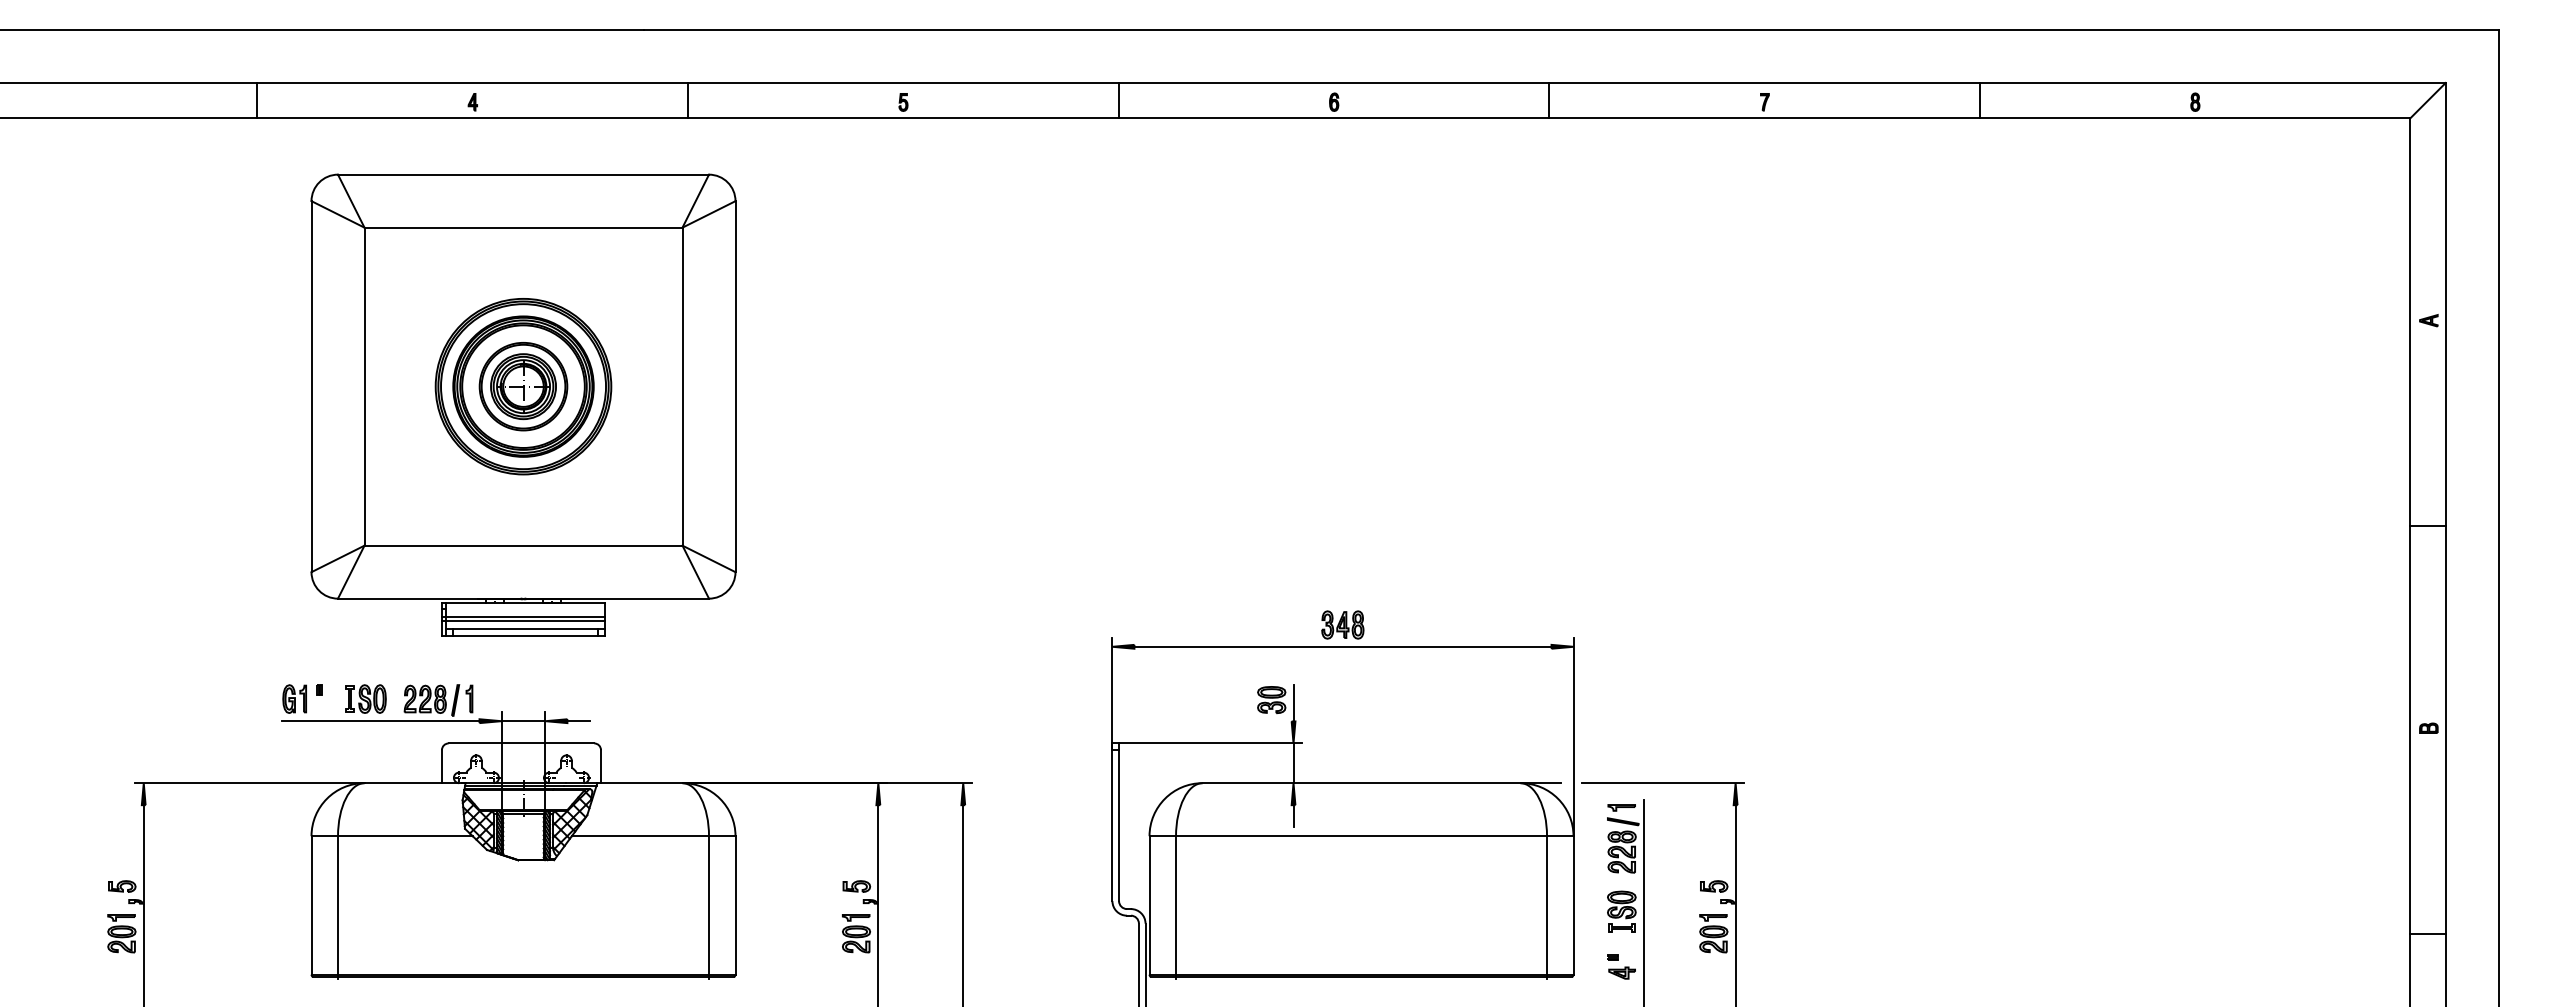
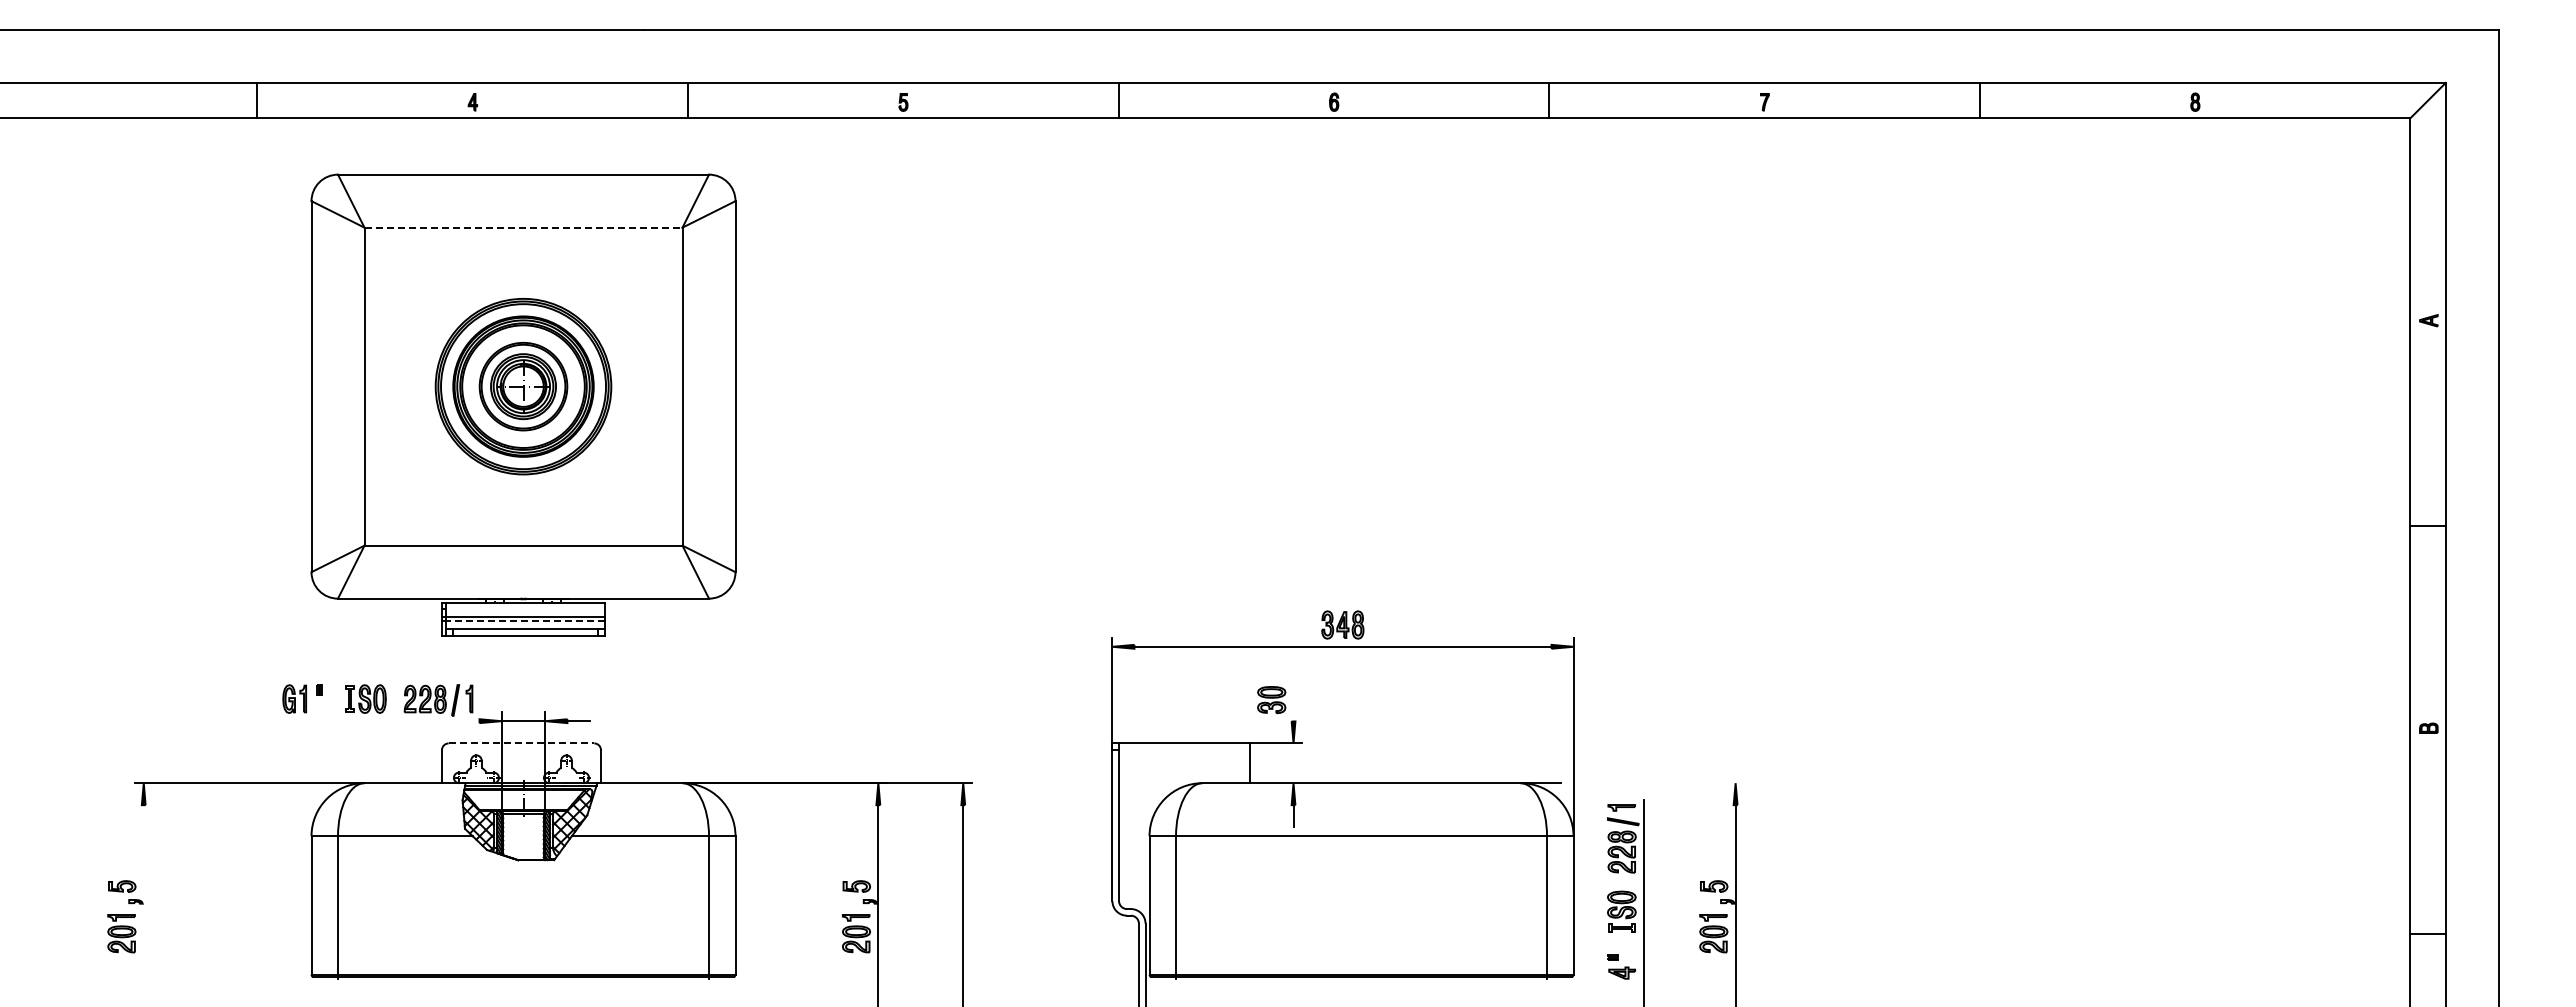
line at (523, 227): solid -> dashed
line at (524, 621): solid -> dashed
line at (1293, 703): present -> none
line at (380, 721): present -> none
line at (521, 743): solid -> dashed
line at (1293, 763) position: (1293, 763) -> (1249, 763)
line at (1663, 783): present -> none
line at (143, 904): present -> none
